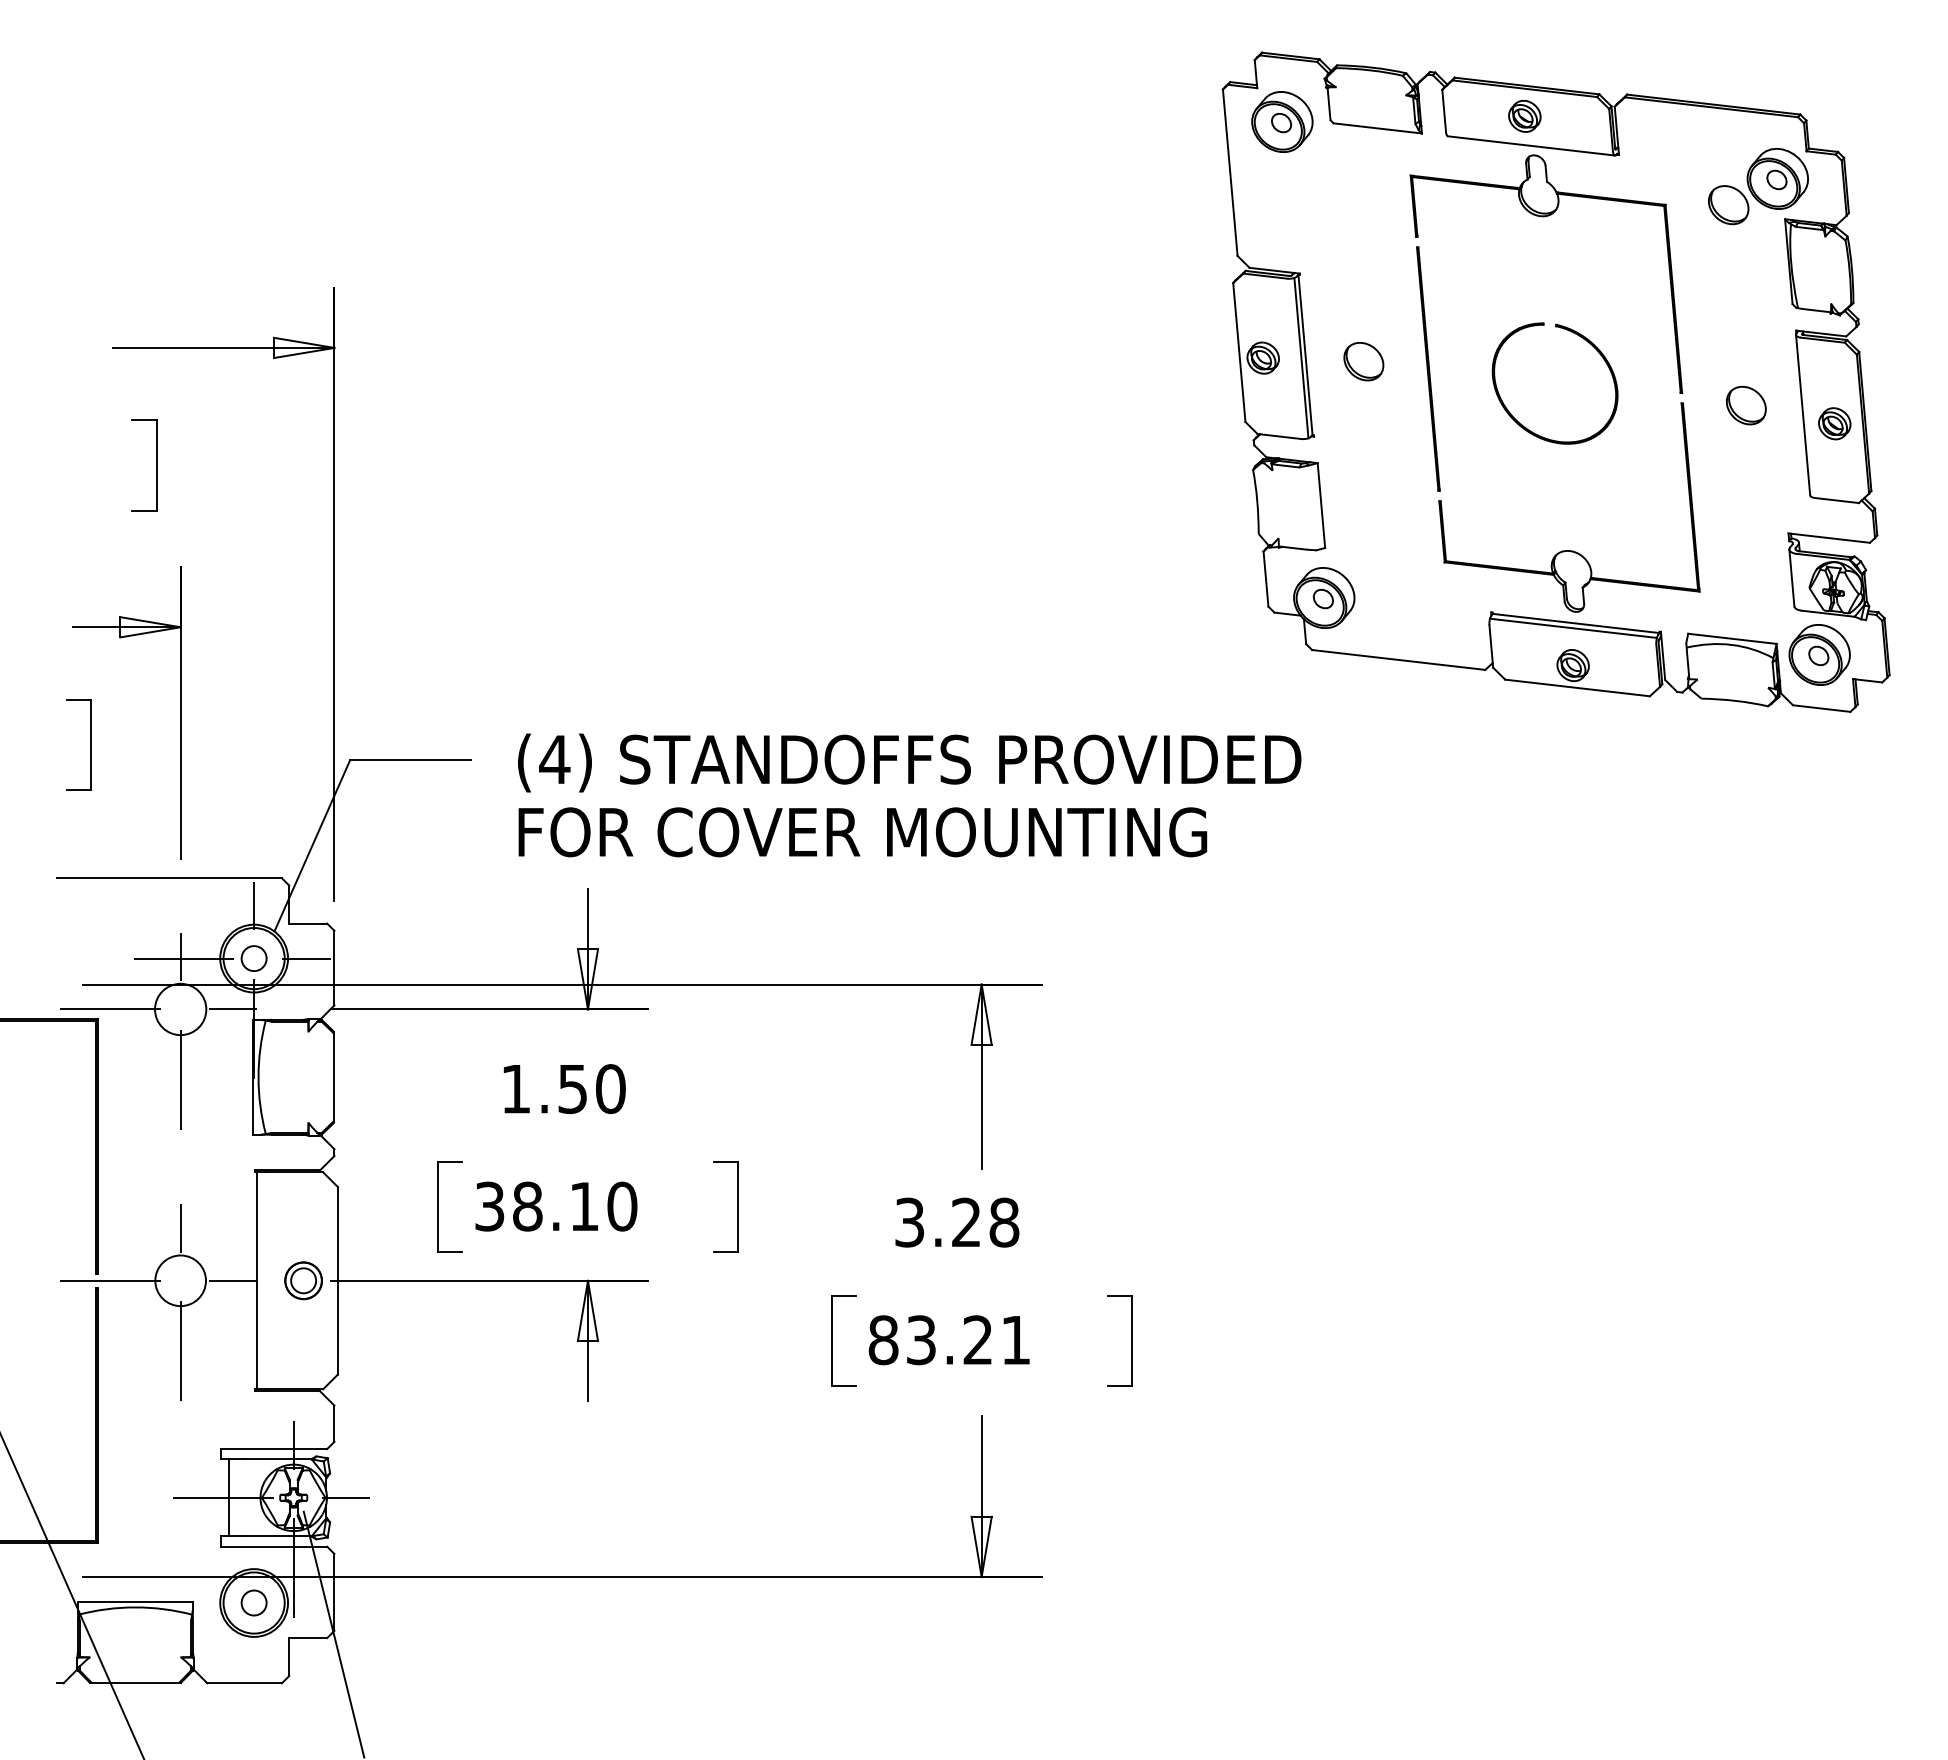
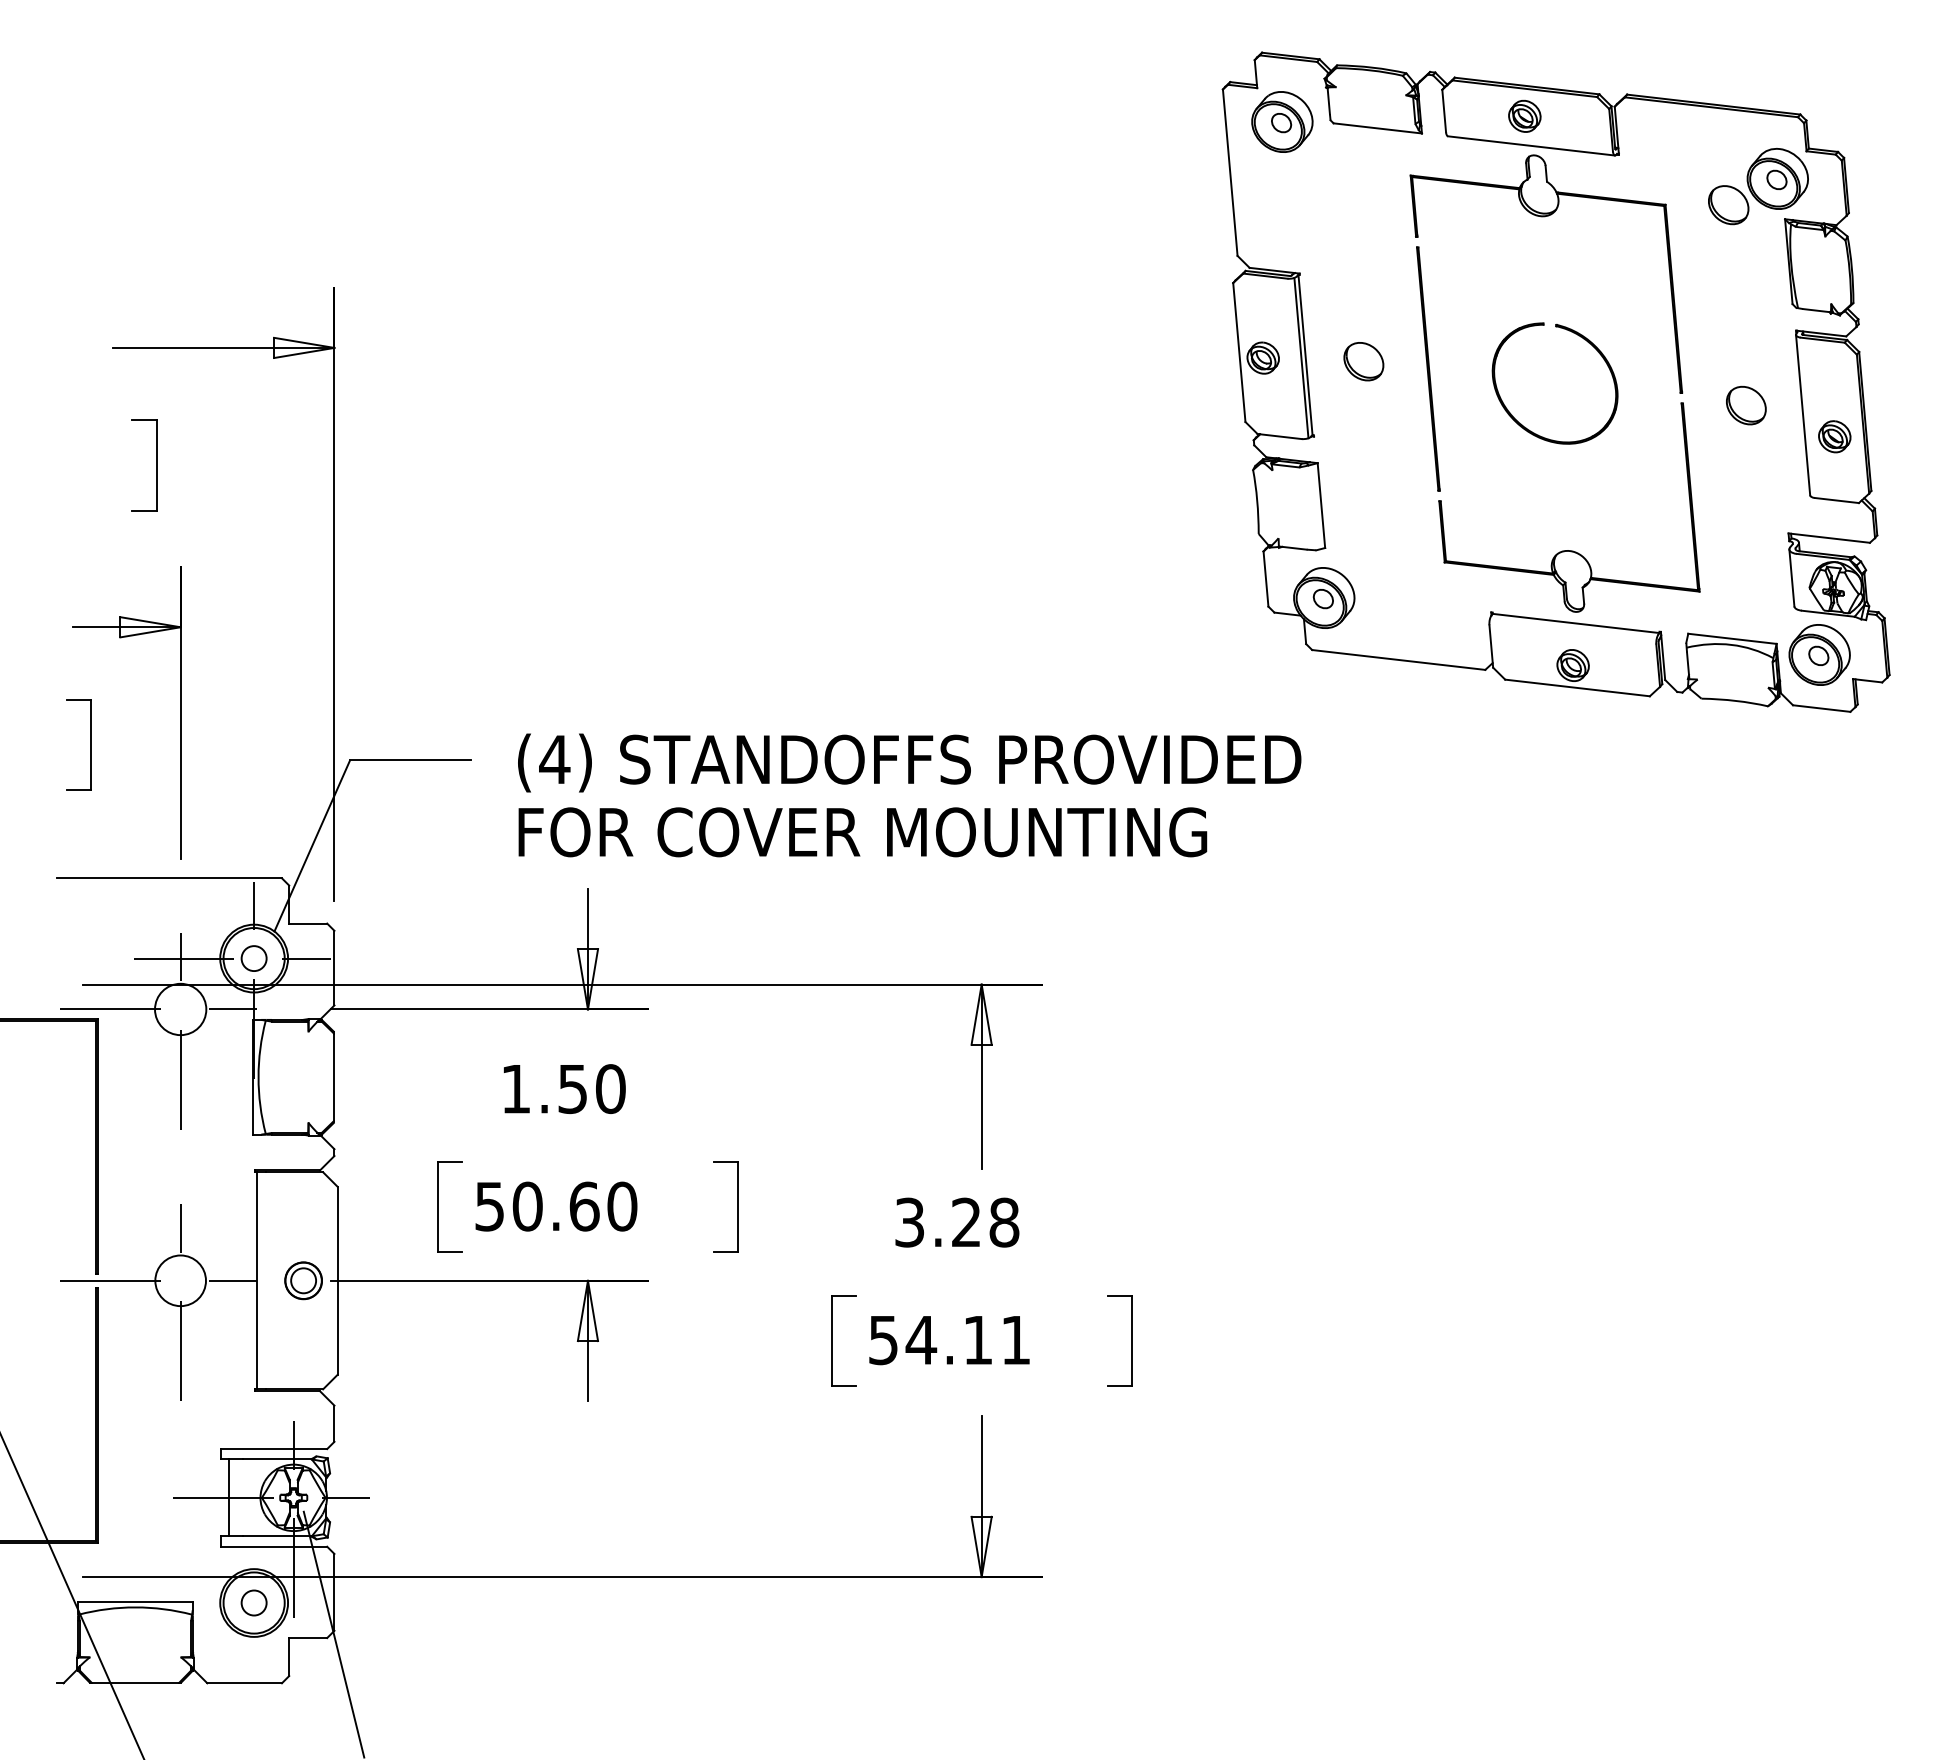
part at (1834, 423) position: (1834, 423) -> (1834, 436)
line at (1573, 627): present -> none
text at (537, 1206): 38.10 -> 50.60
text at (929, 1340): 83.21 -> 54.11
